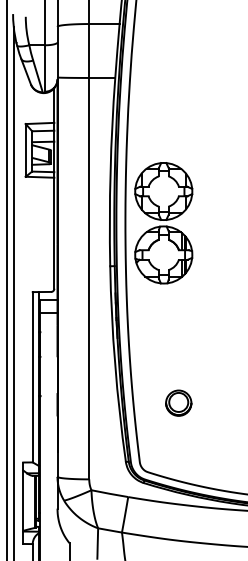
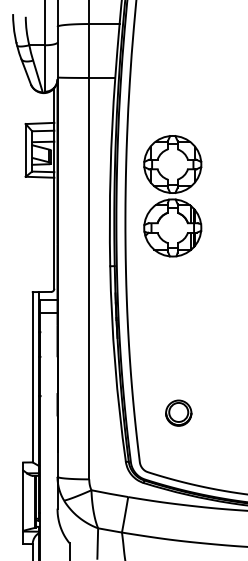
part at (163, 223) position: (163, 223) -> (172, 196)
line at (7, 279): present -> none
line at (13, 291): present -> none
part at (178, 402) position: (178, 402) -> (178, 412)
